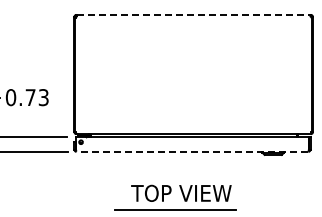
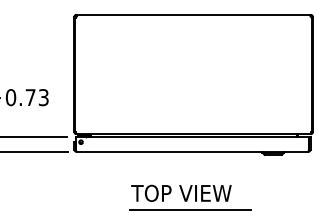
line at (193, 14): dashed -> solid
line at (192, 151): dashed -> solid
line at (175, 209) position: (175, 209) -> (190, 209)
